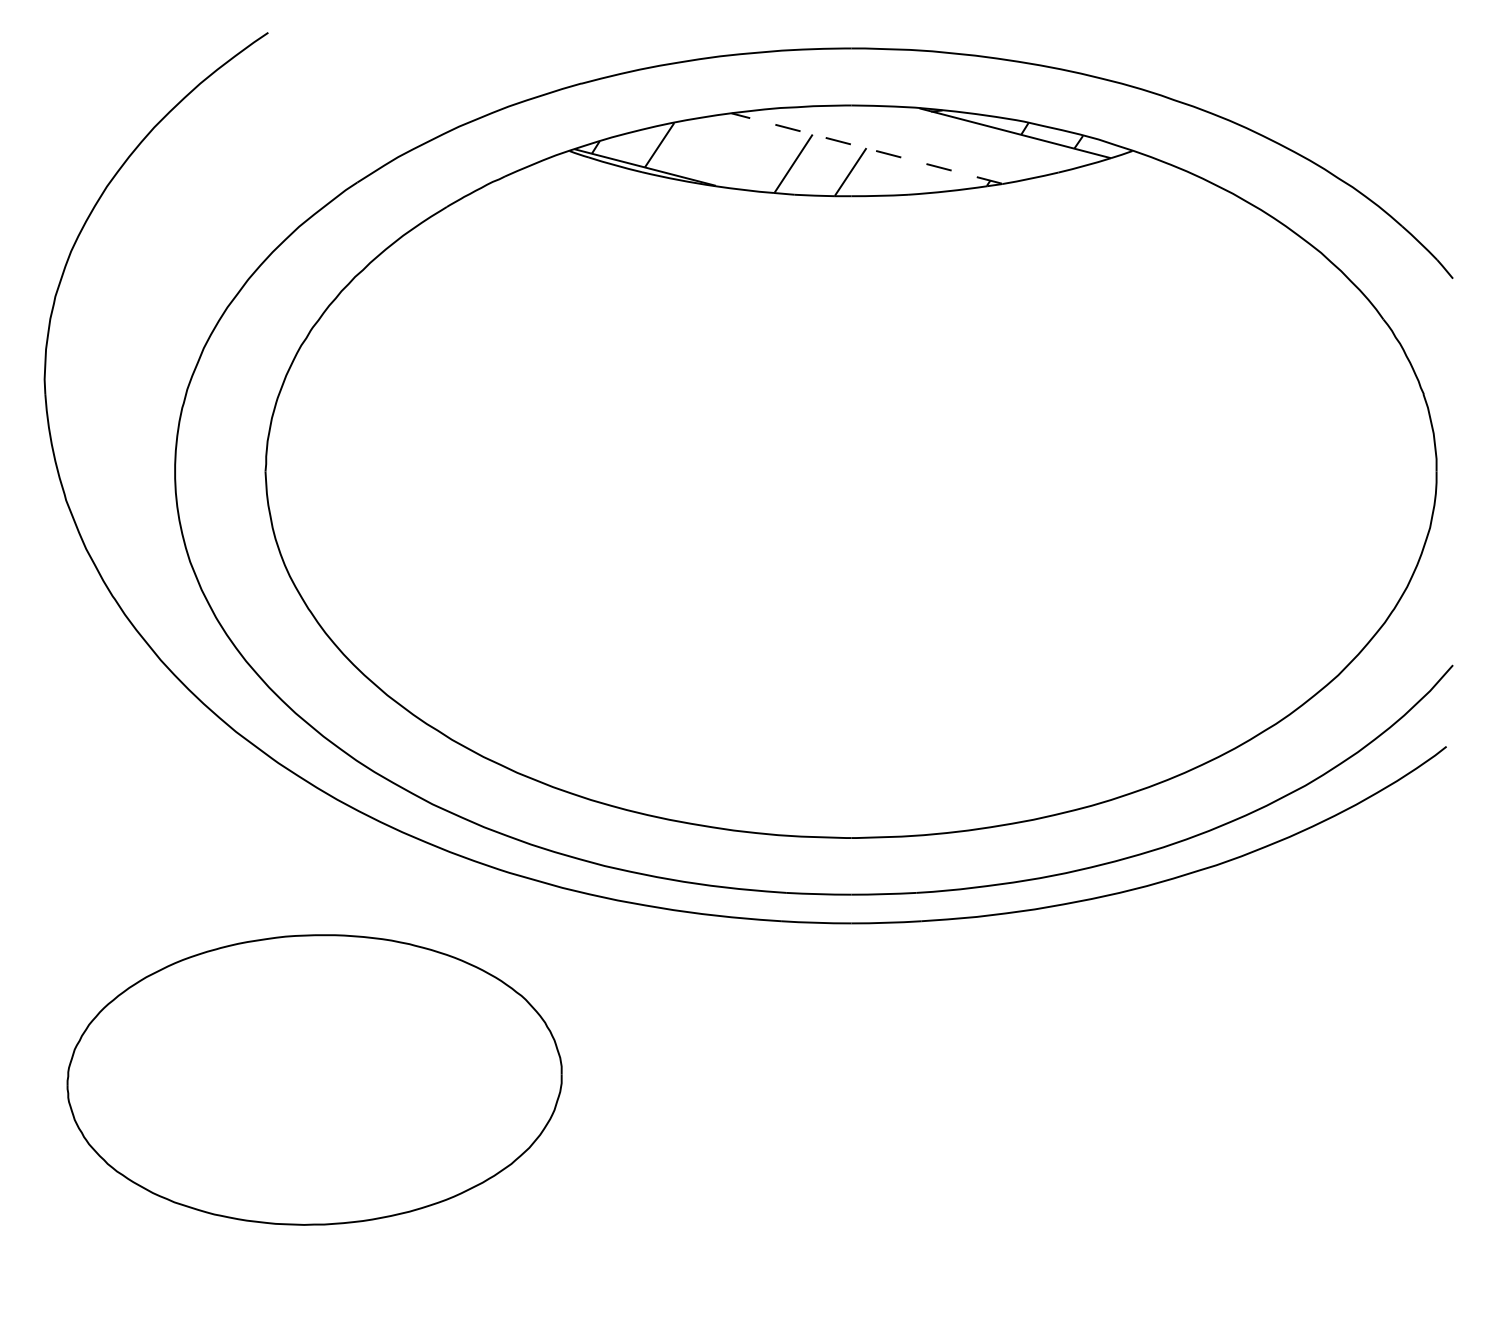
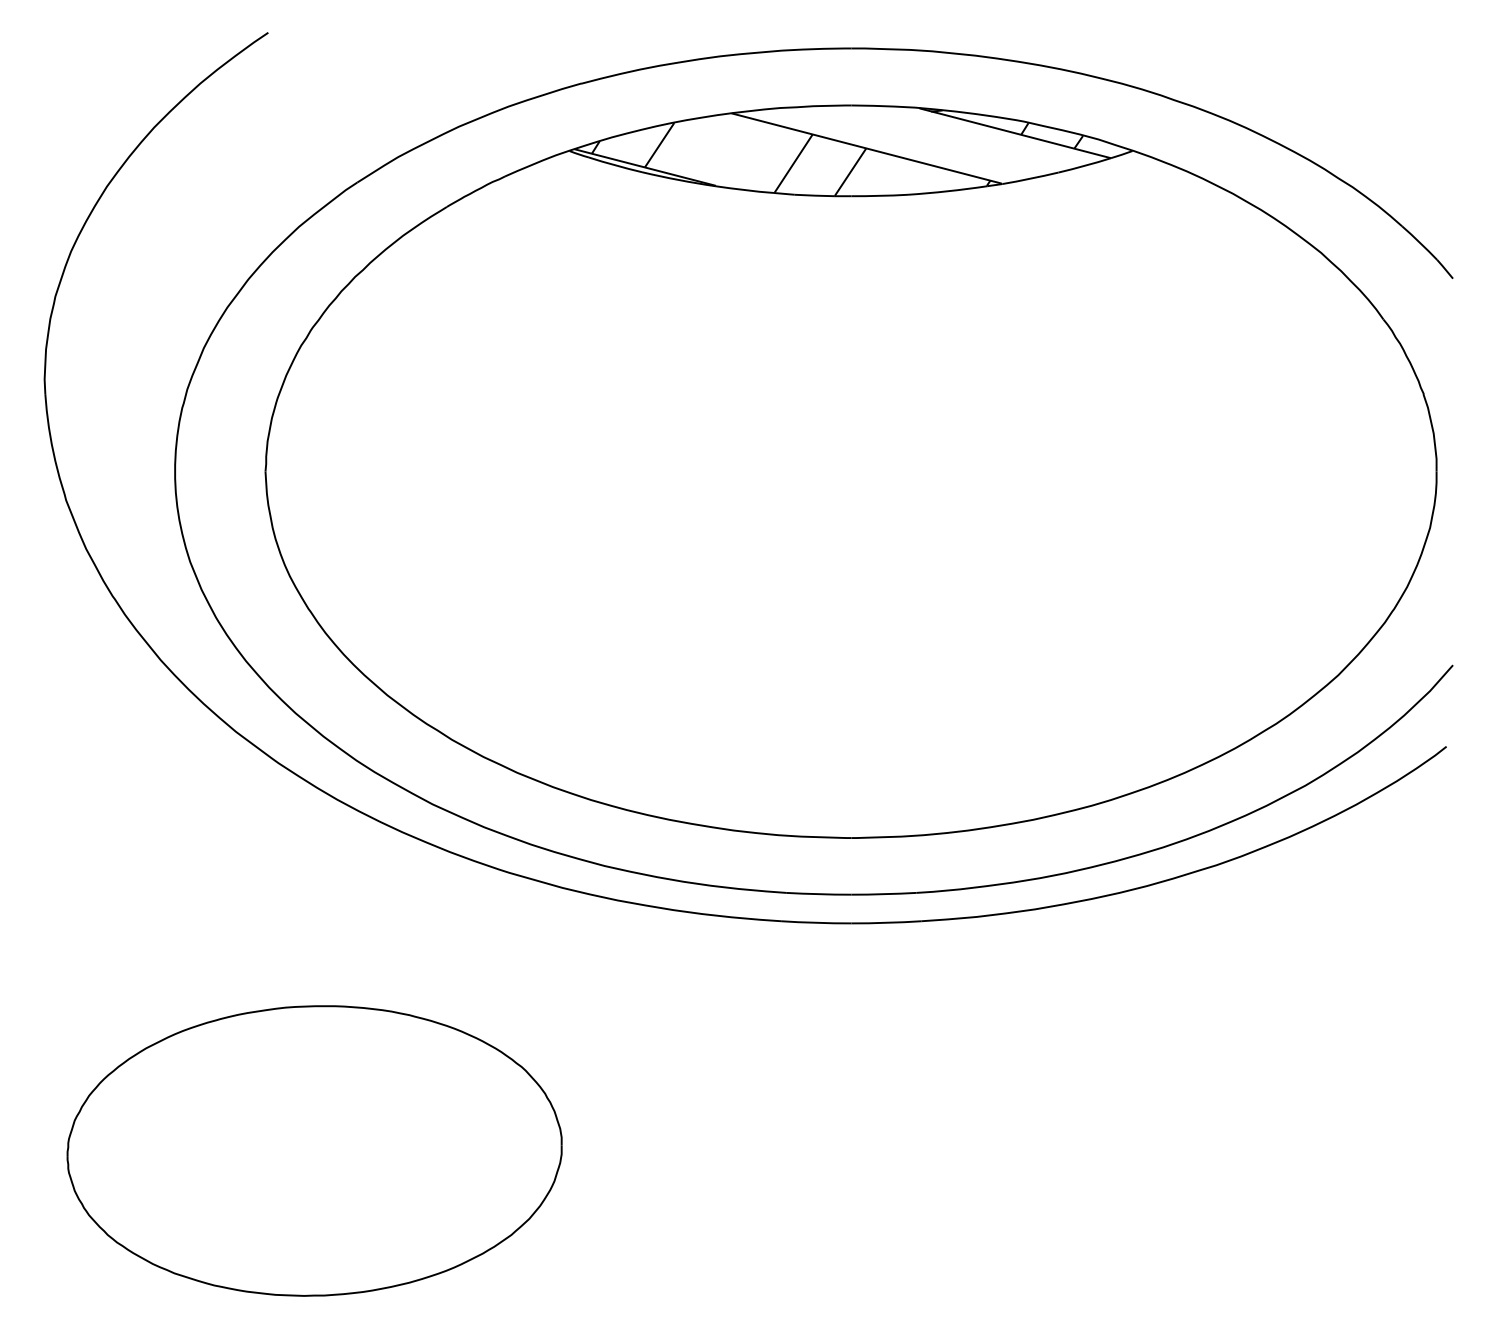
line at (866, 148): dashed -> solid
part at (314, 1079) position: (314, 1079) -> (314, 1150)
